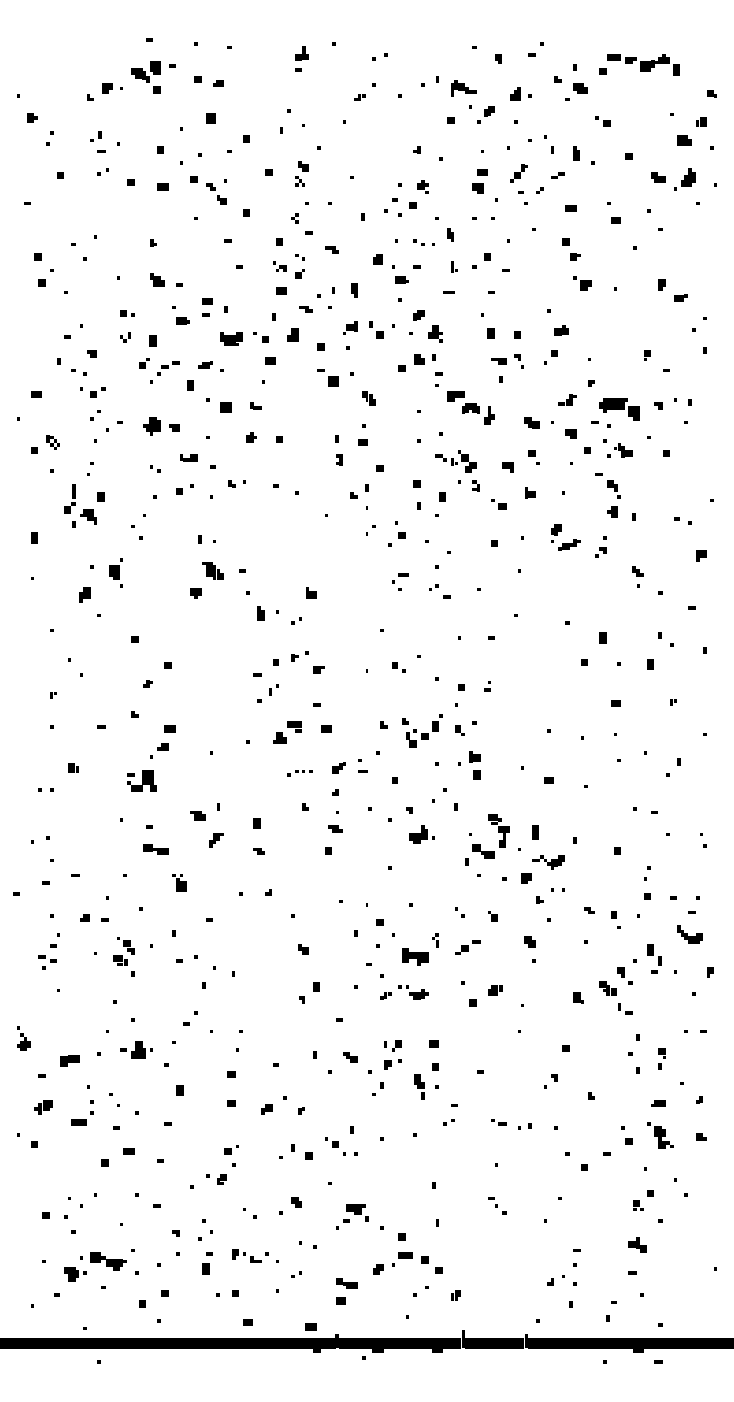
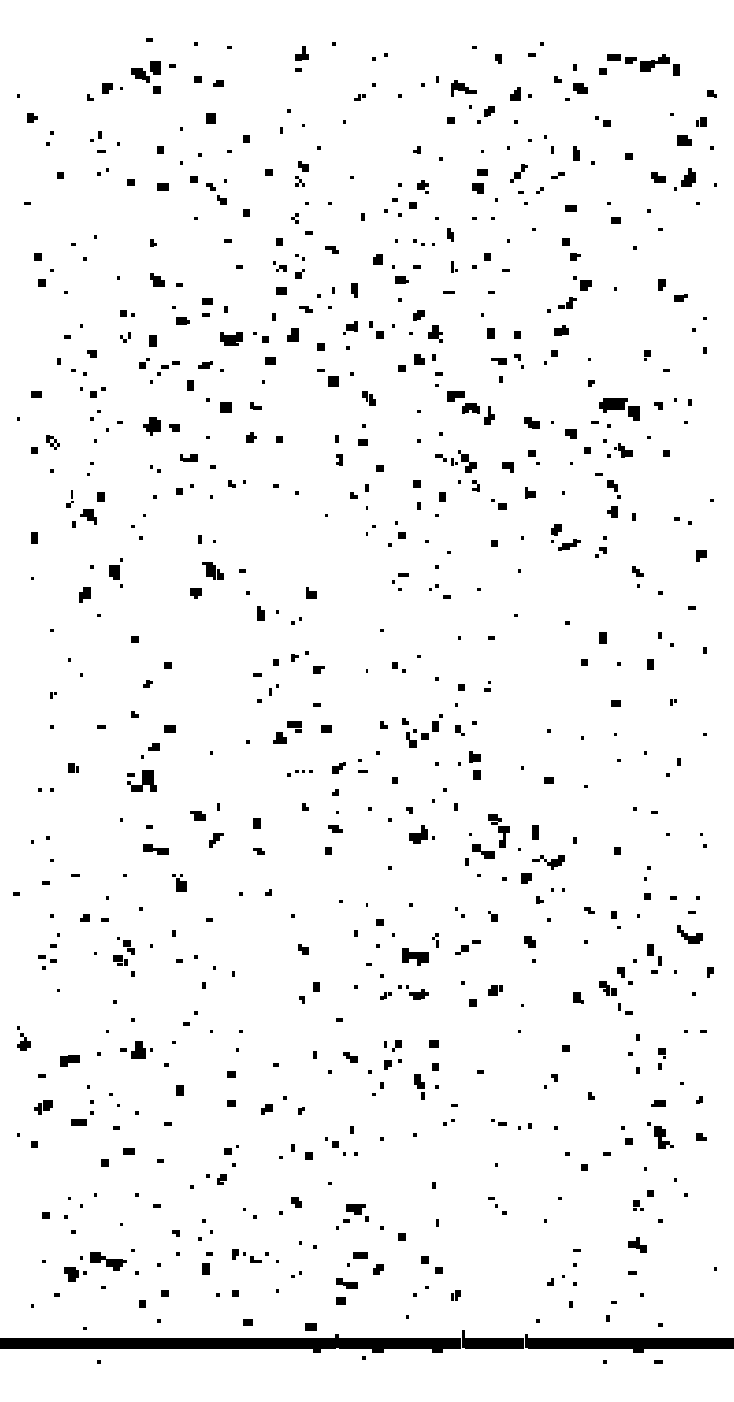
part at (567, 399) position: (567, 399) -> (567, 302)
part at (69, 498) size: 12x30 px -> 8x18 px
part at (159, 750) position: (159, 750) -> (150, 750)
part at (402, 1259) position: (402, 1259) -> (357, 1259)
